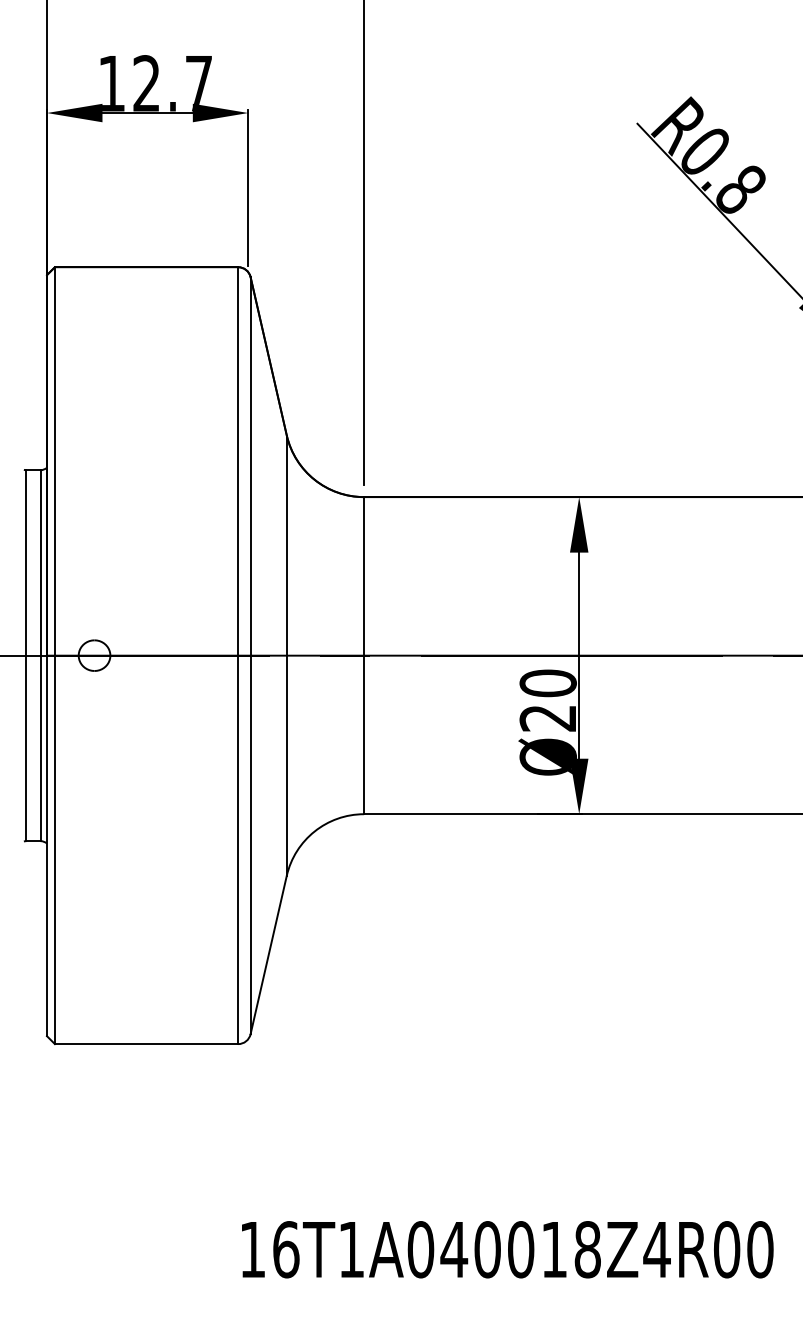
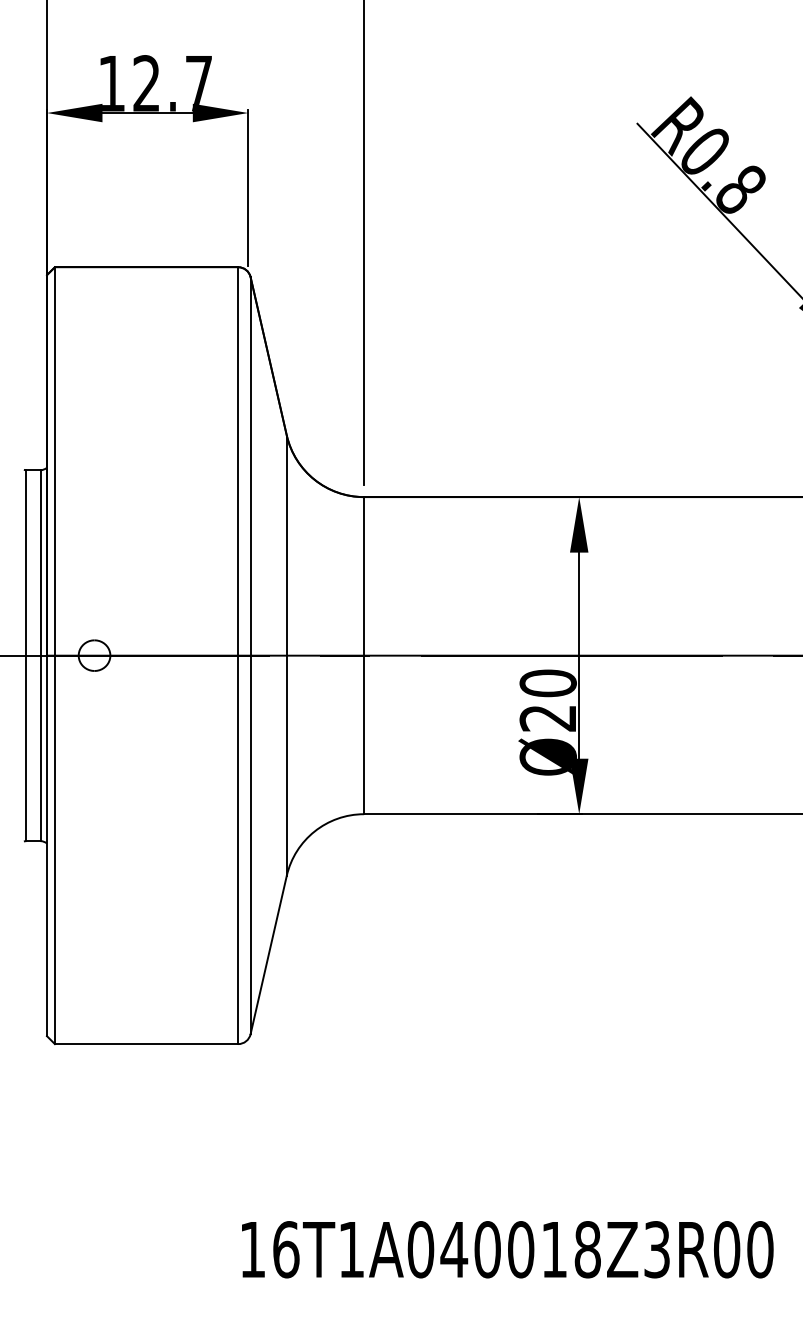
text at (656, 1249): 16T1A040018Z4R00 -> 16T1A040018Z3R00
